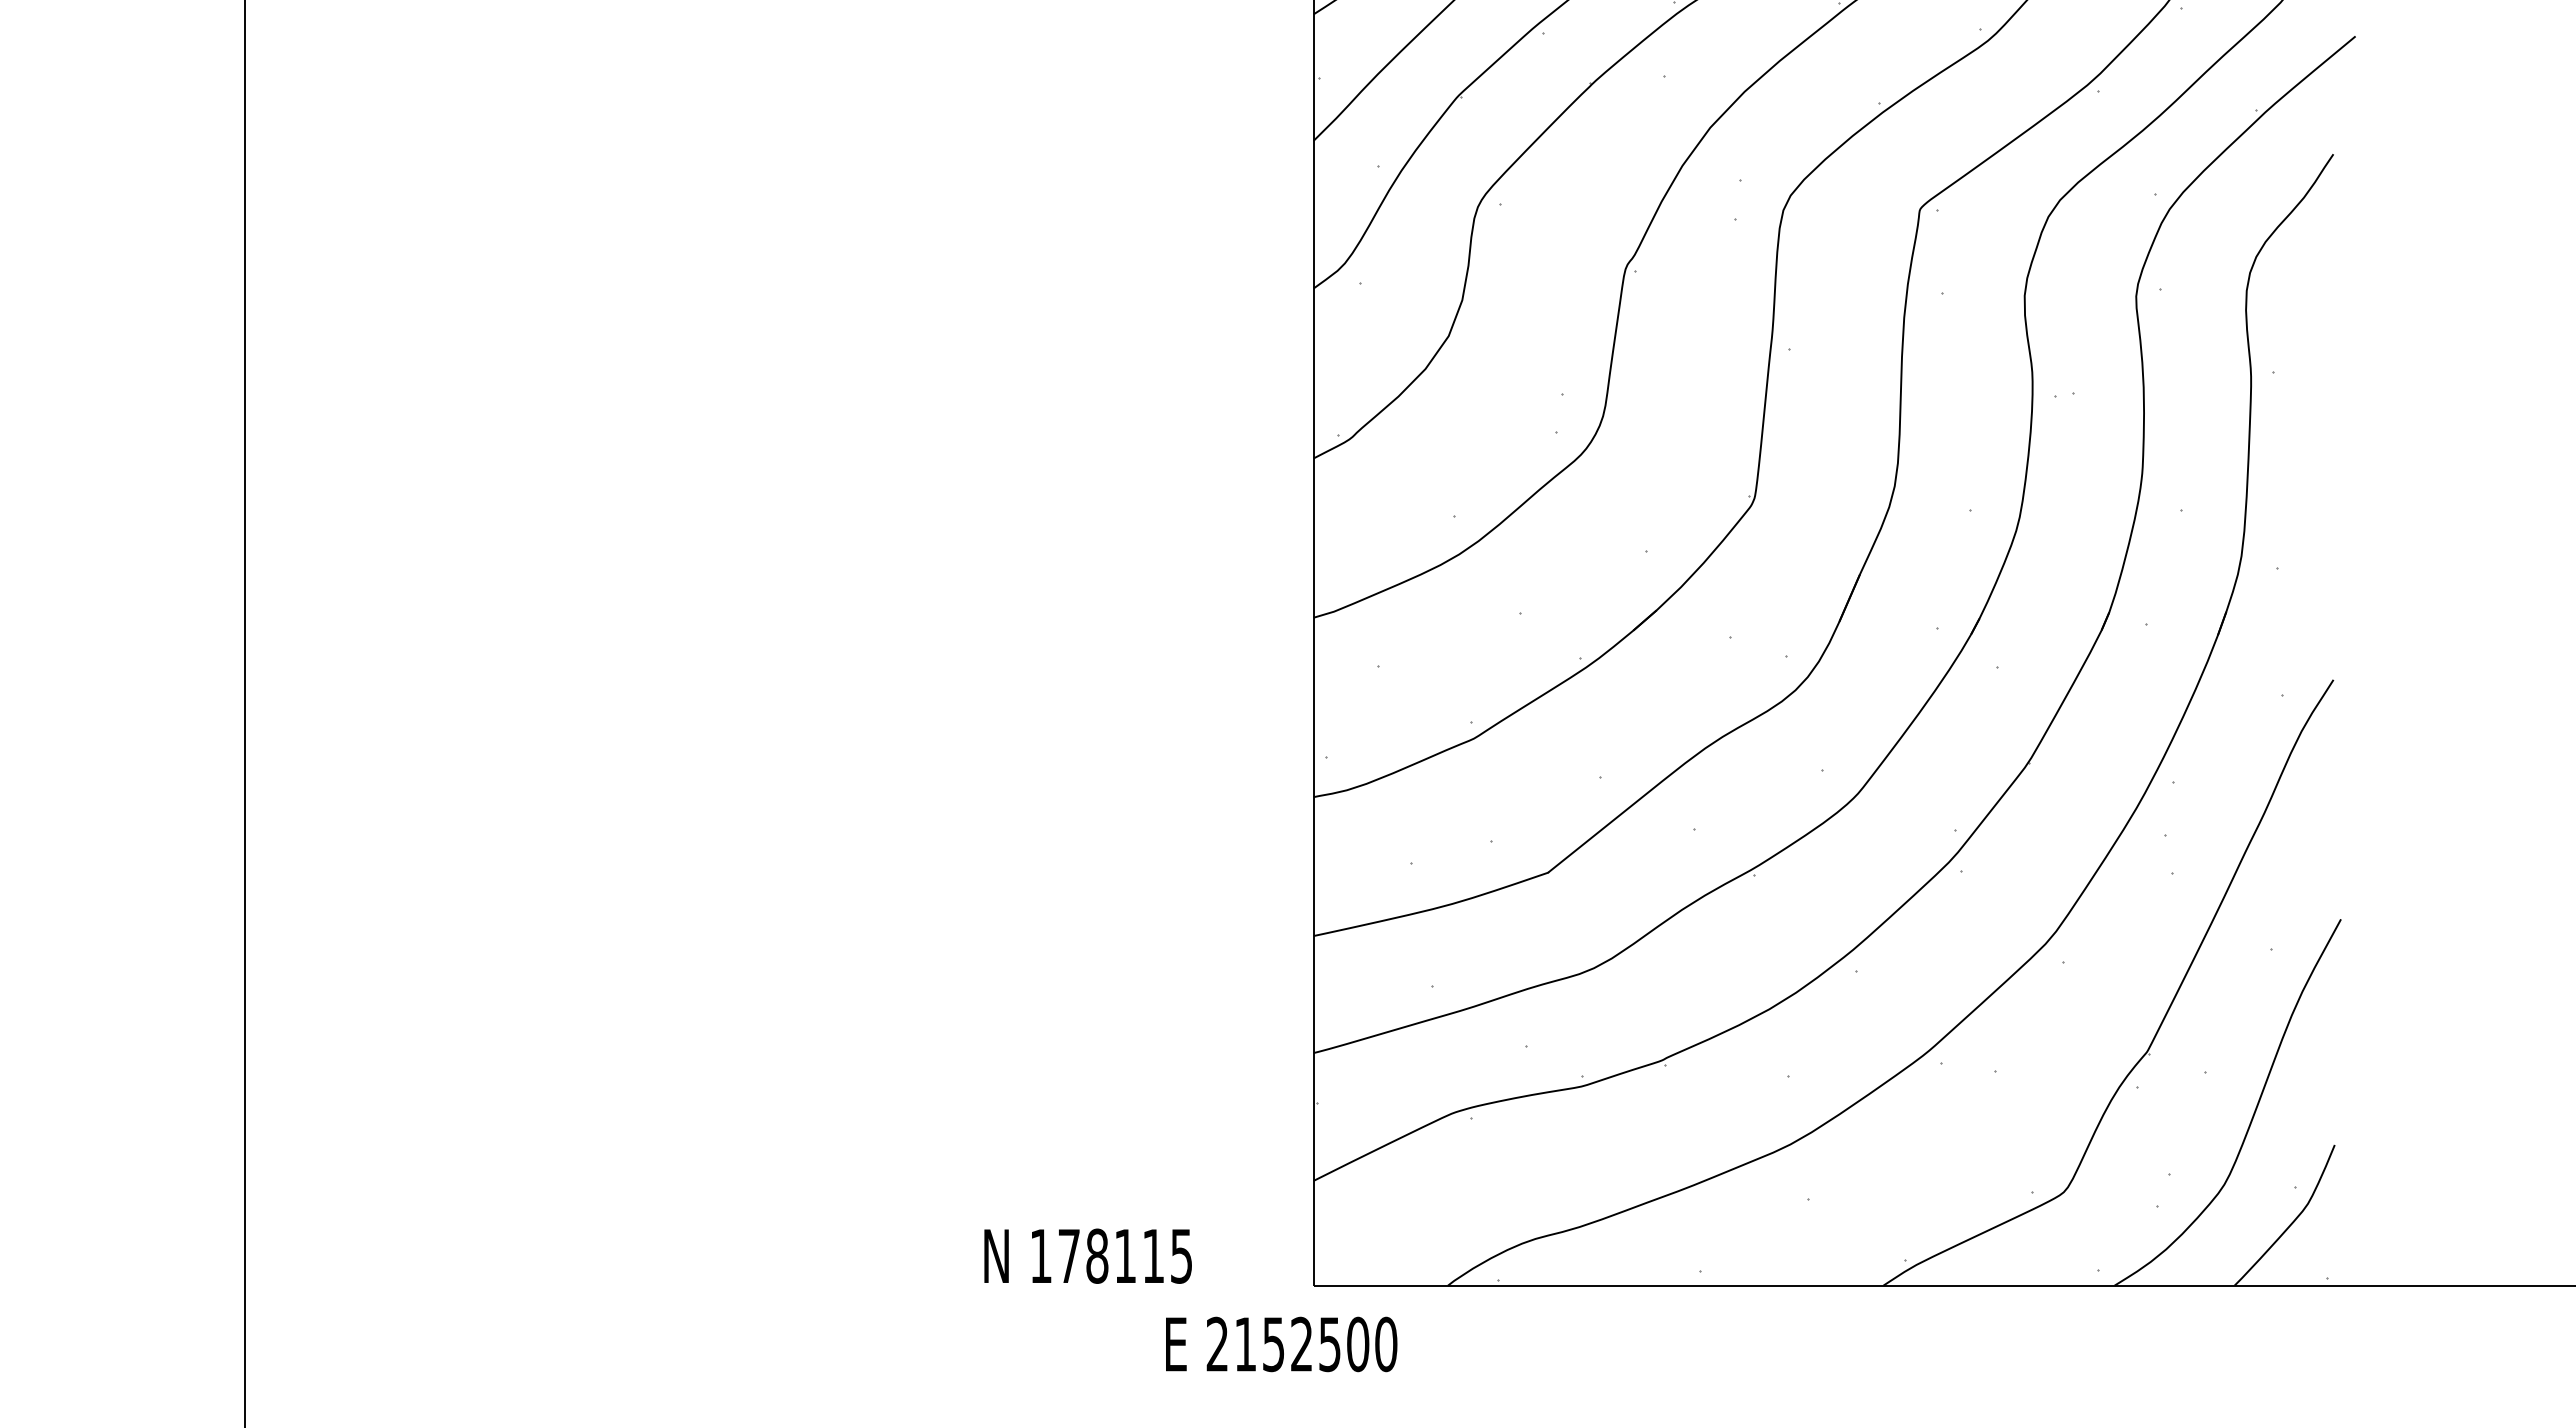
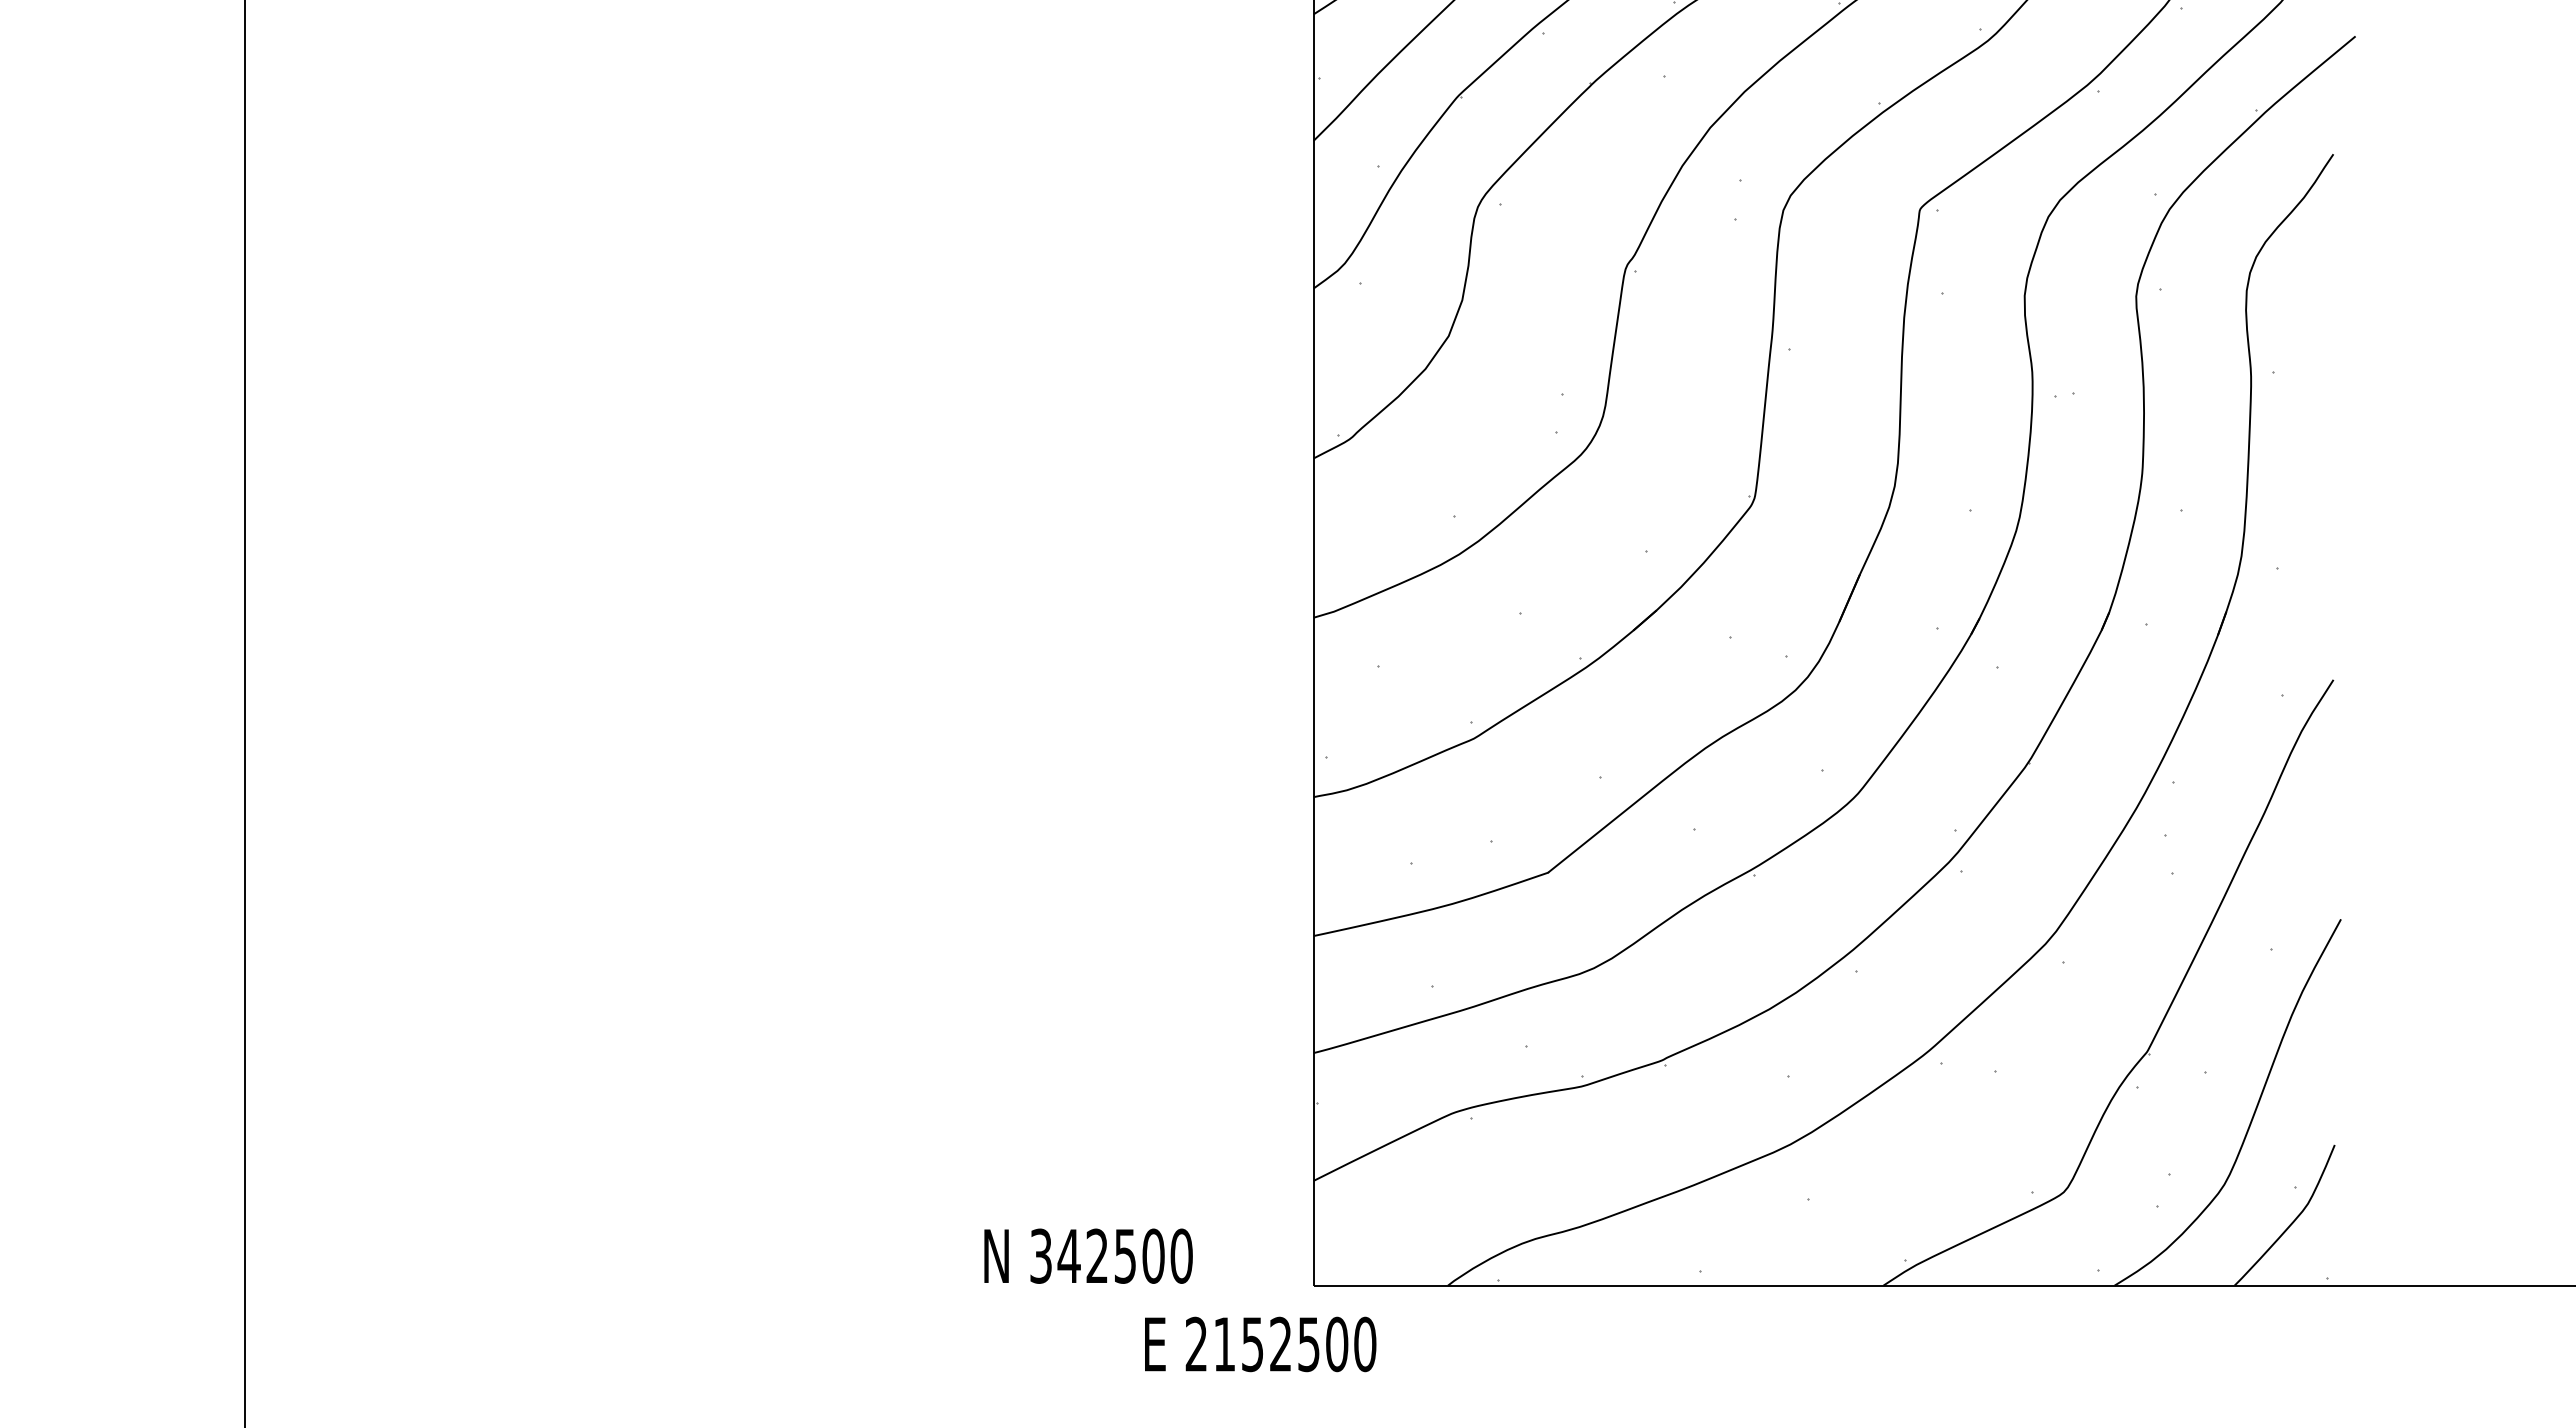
text at (1111, 1255): 178115 -> 342500
text at (1281, 1344) position: (1281, 1344) -> (1260, 1344)
